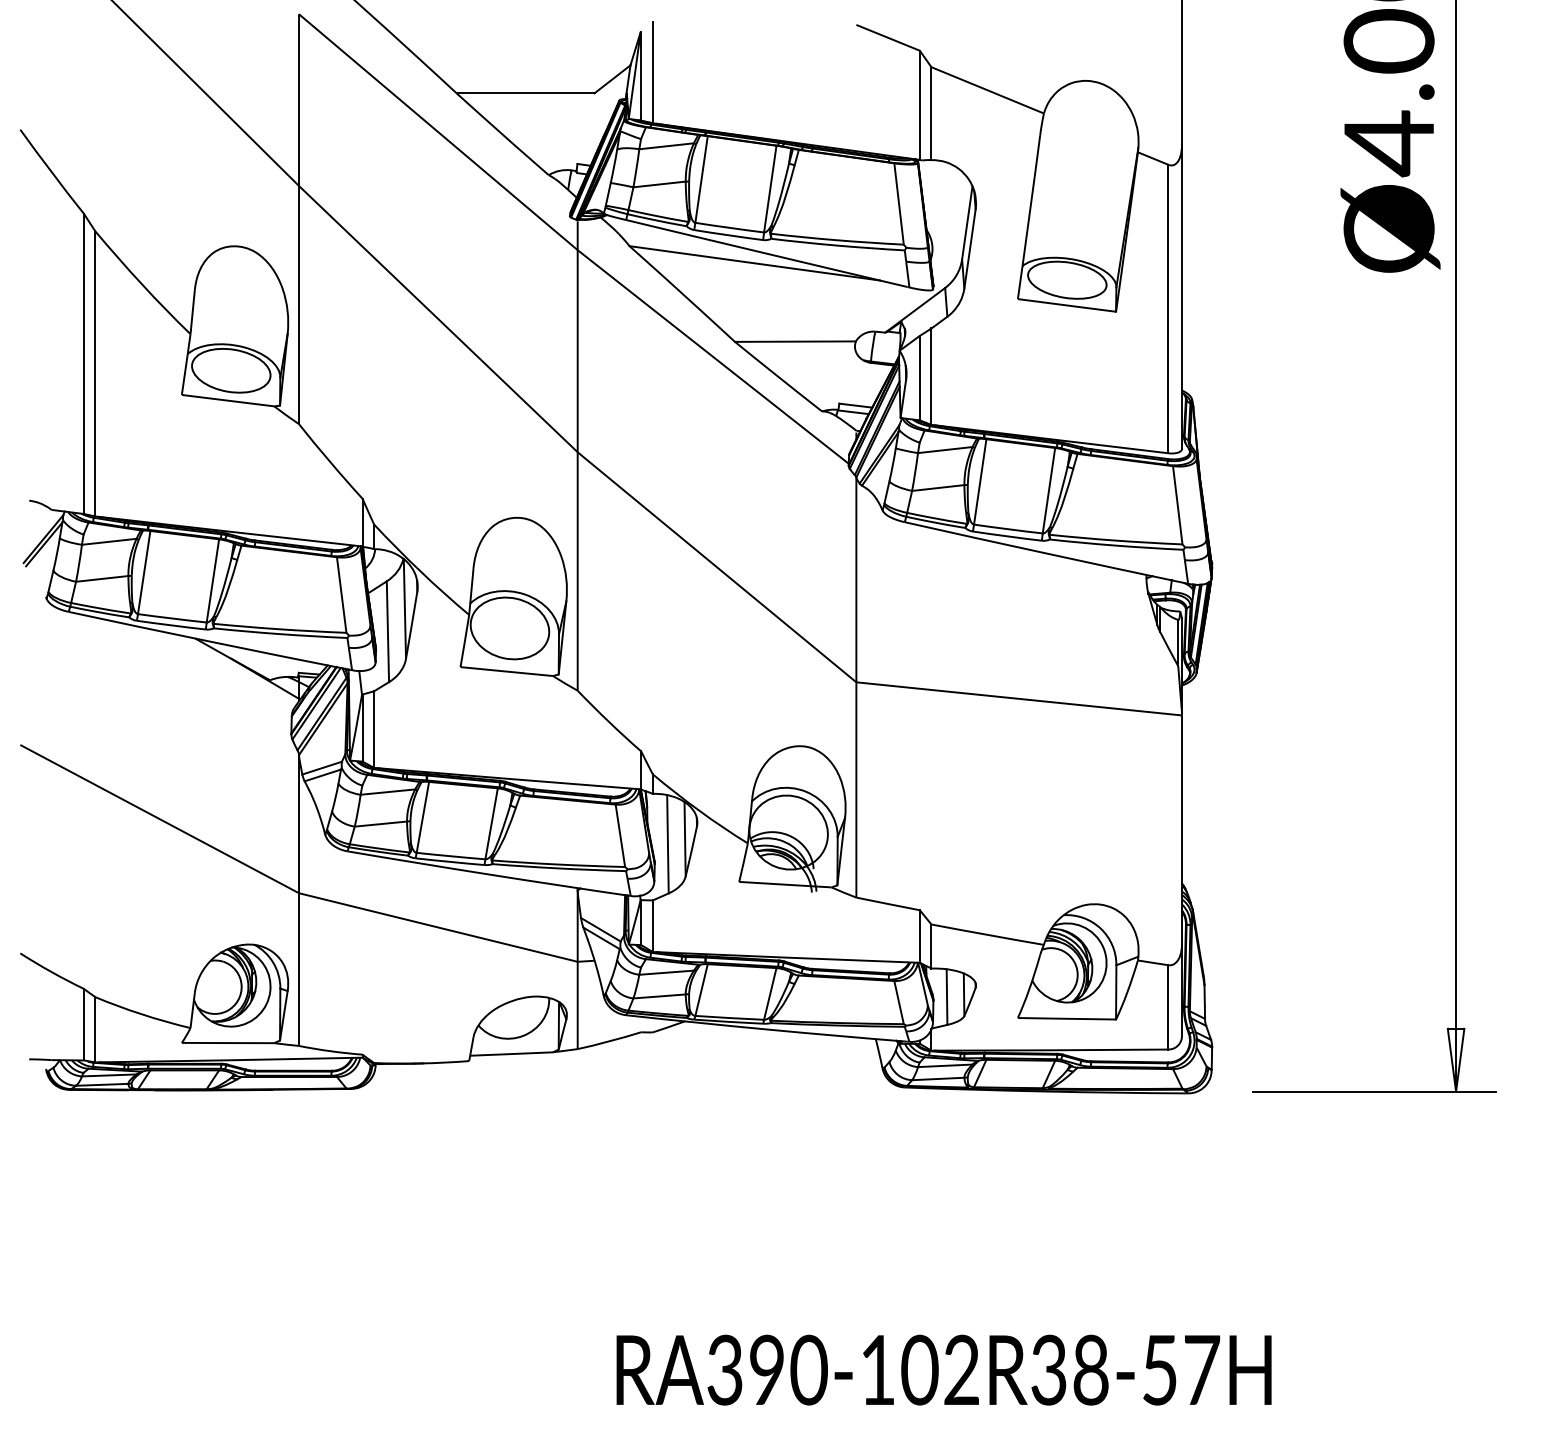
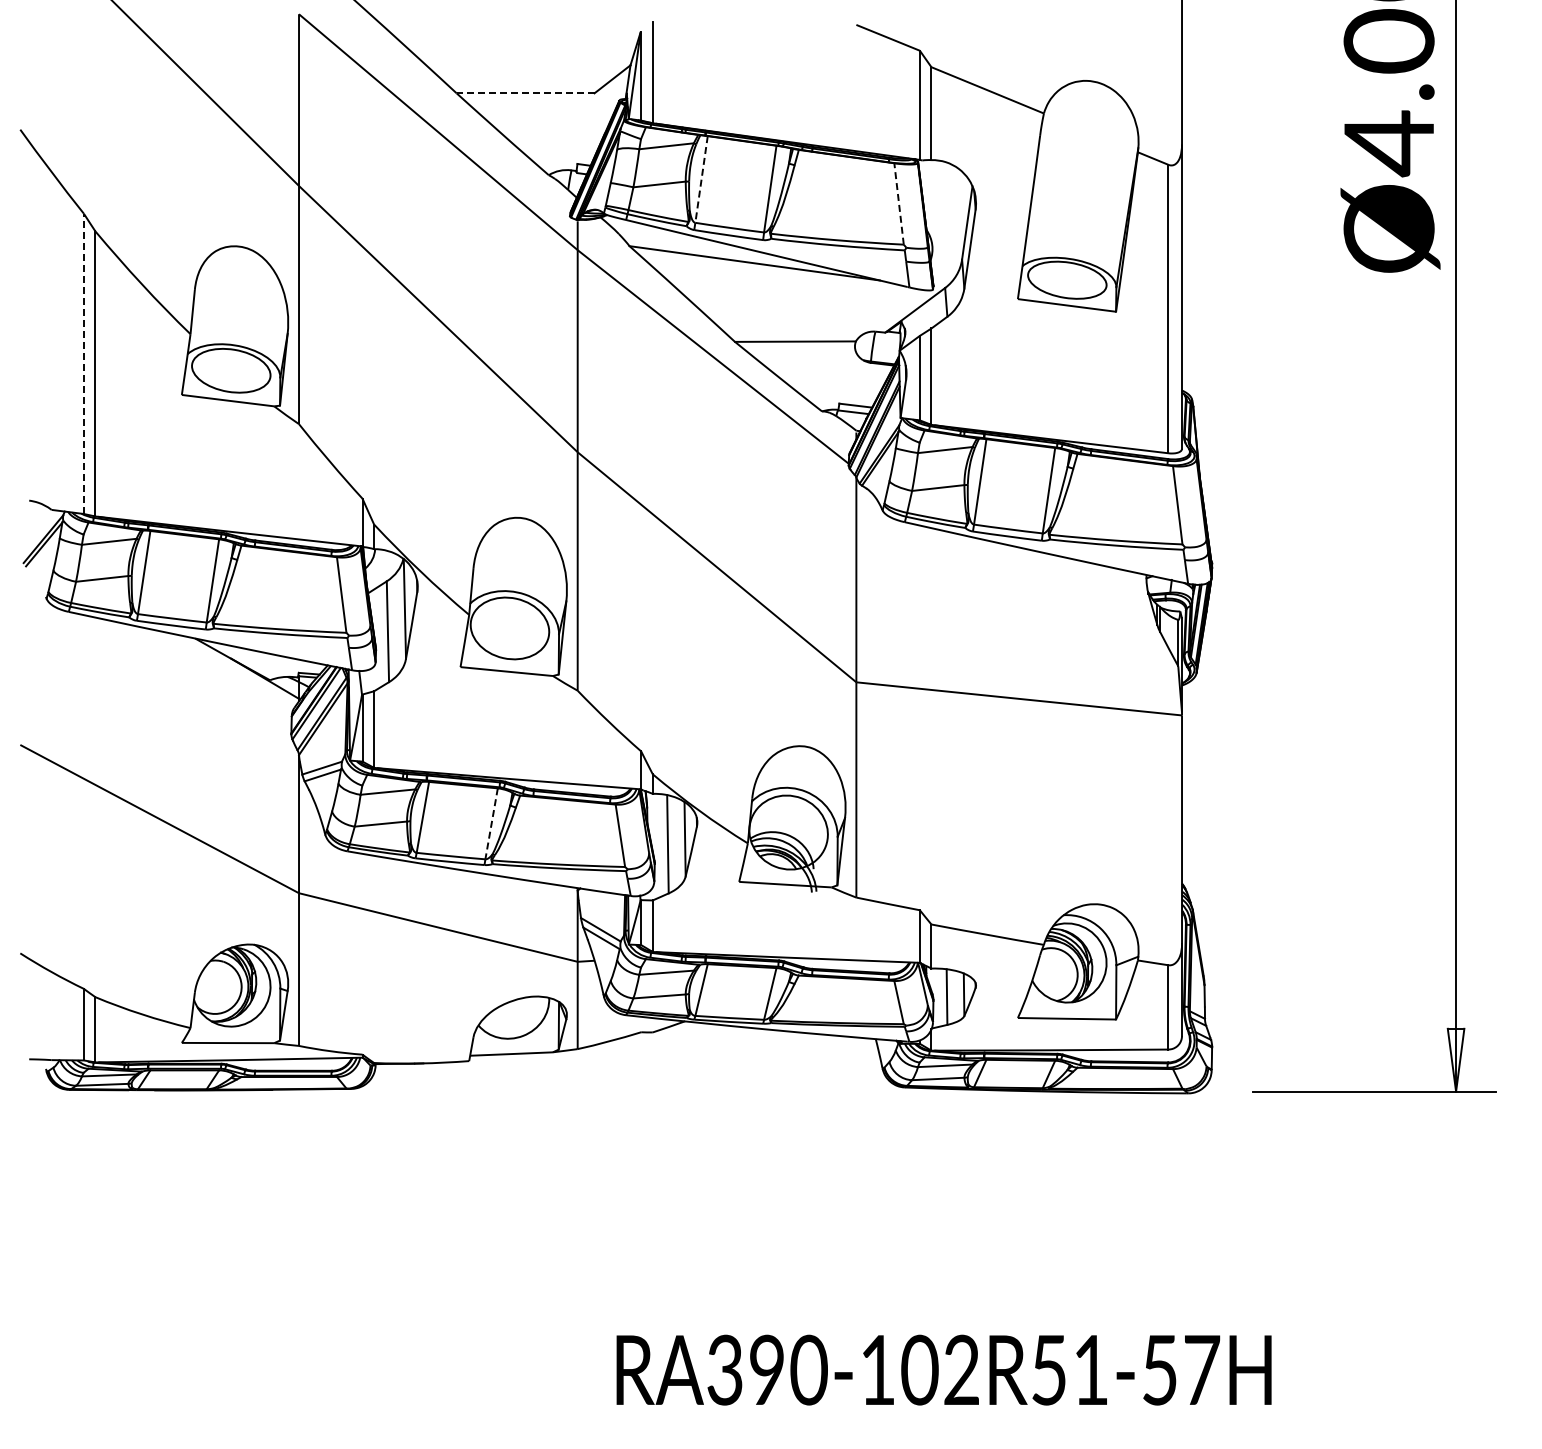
line at (525, 93): solid -> dashed
line at (701, 179): solid -> dashed
line at (899, 203): solid -> dashed
line at (83, 363): solid -> dashed
line at (491, 824): solid -> dashed
text at (1069, 1369): RA390-102R38-57H -> RA390-102R51-57H
